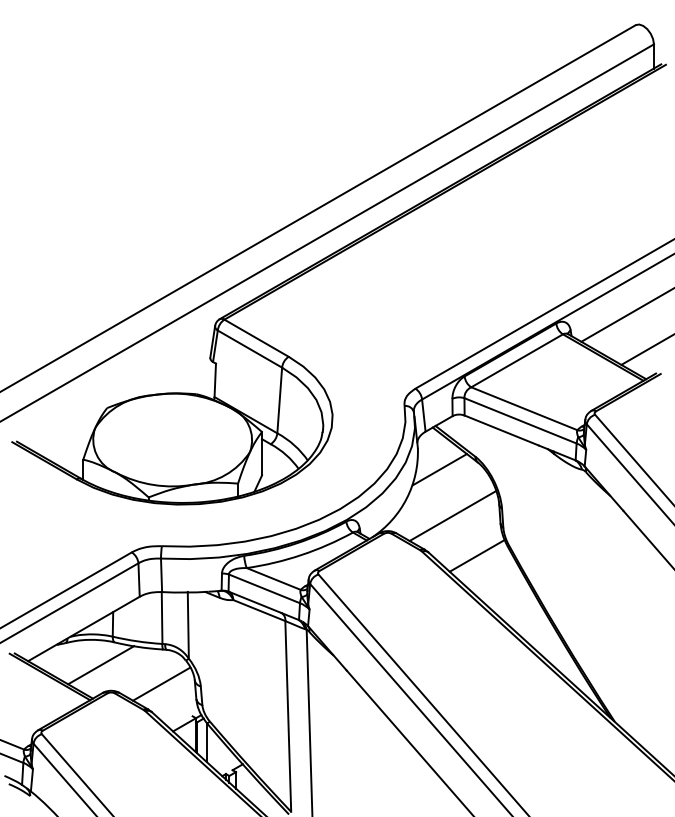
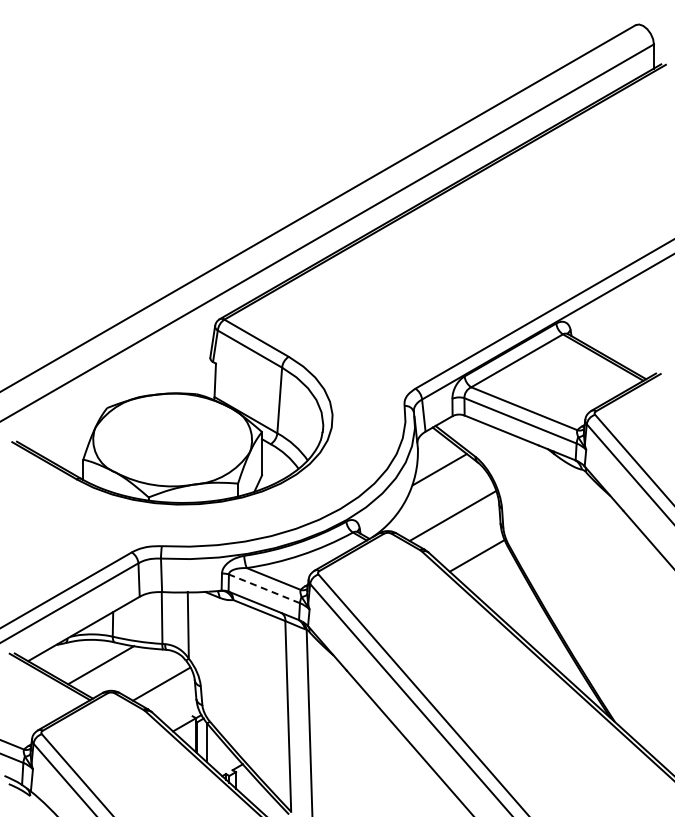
line at (626, 315): present -> none
line at (646, 350): present -> none
line at (264, 588): solid -> dashed
